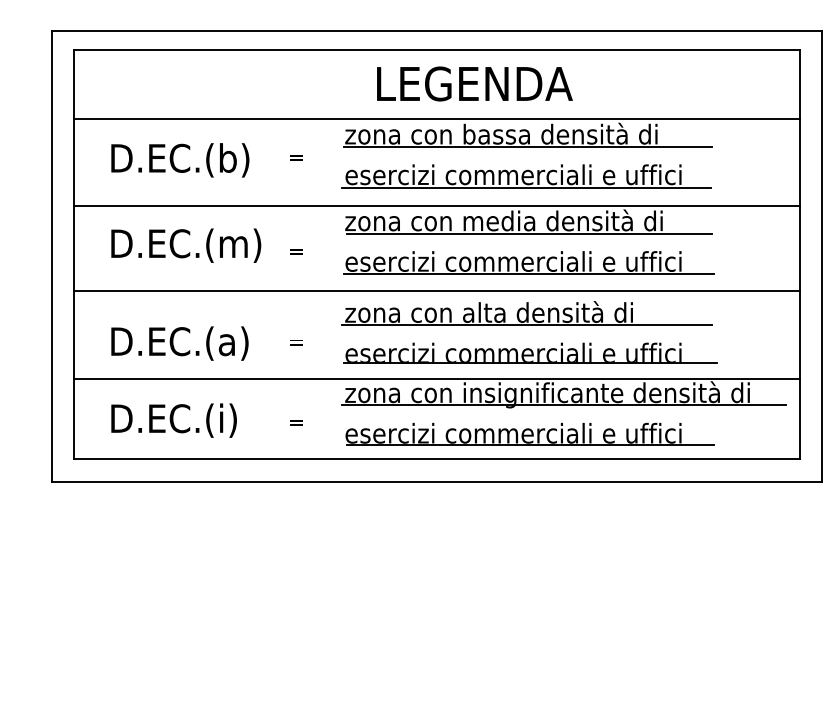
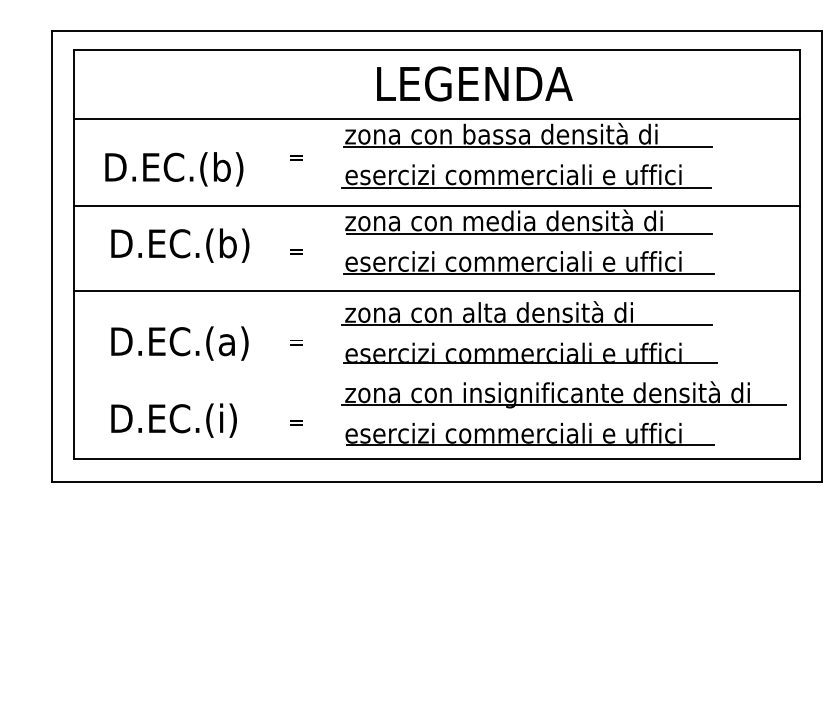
text at (180, 160) position: (180, 160) -> (174, 169)
text at (240, 245): D.EC.(m) -> D.EC.(b)
line at (436, 379): present -> none
